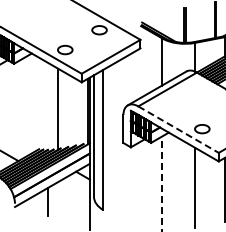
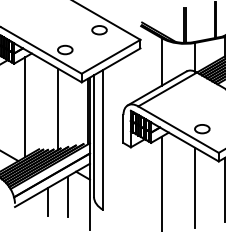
line at (25, 107): none -> present
line at (178, 129): dashed -> solid
line at (162, 183): dashed -> solid
line at (67, 196): none -> present
